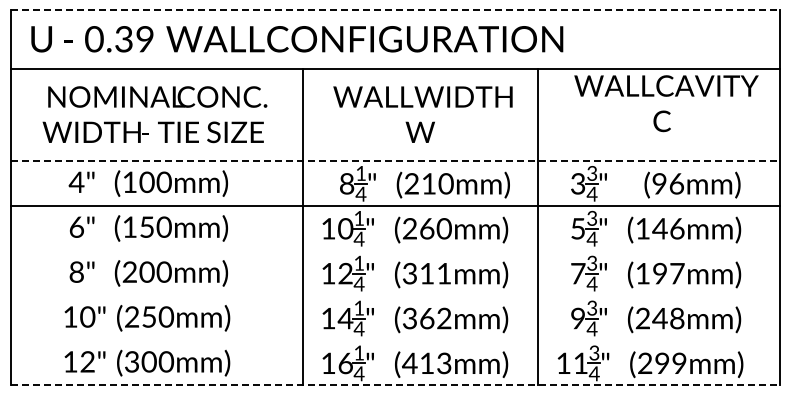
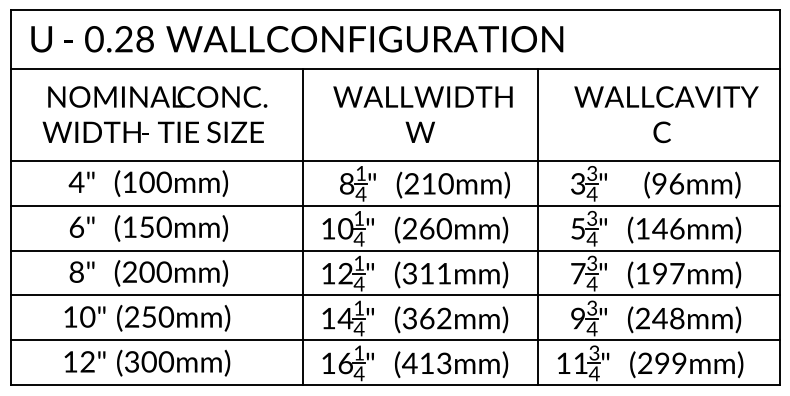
line at (395, 10): dashed -> solid
text at (134, 39): 0.39 -> 0.28
text at (666, 103) position: (666, 103) -> (666, 114)
line at (395, 160): dashed -> solid
line at (395, 250): none -> present
line at (395, 295): none -> present
line at (395, 340): none -> present
line at (395, 385): dashed -> solid
